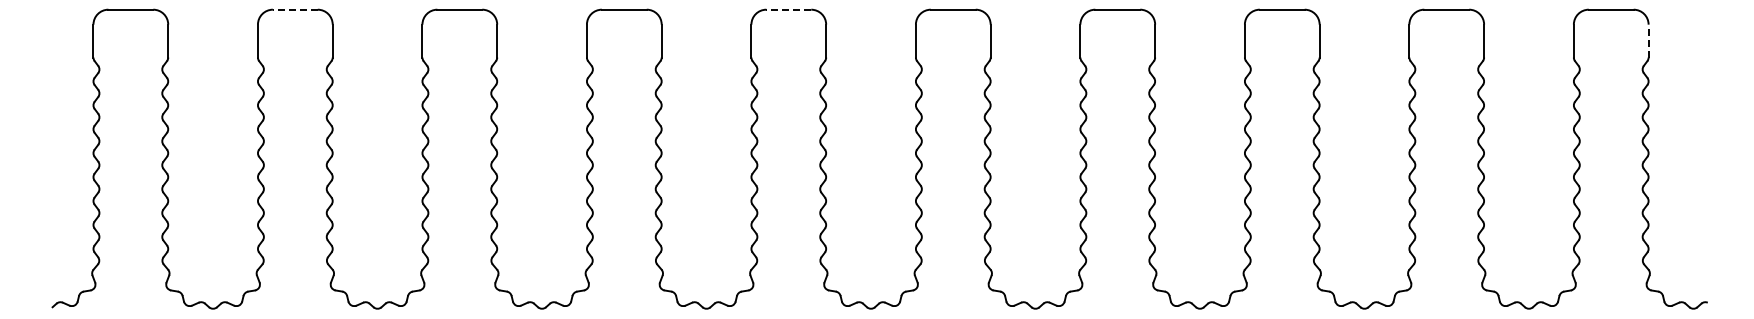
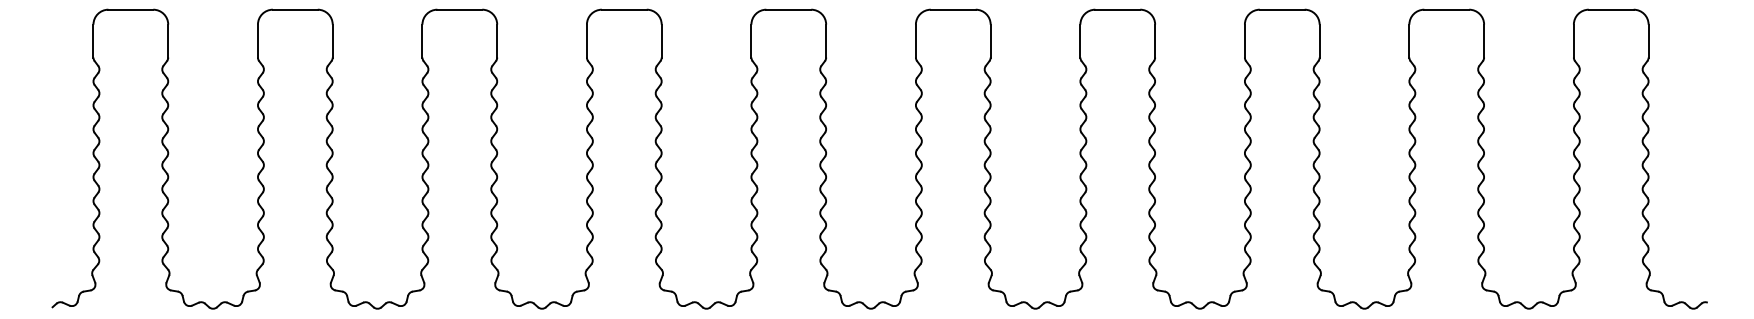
line at (294, 9): dashed -> solid
line at (788, 9): dashed -> solid
line at (1648, 40): dashed -> solid
